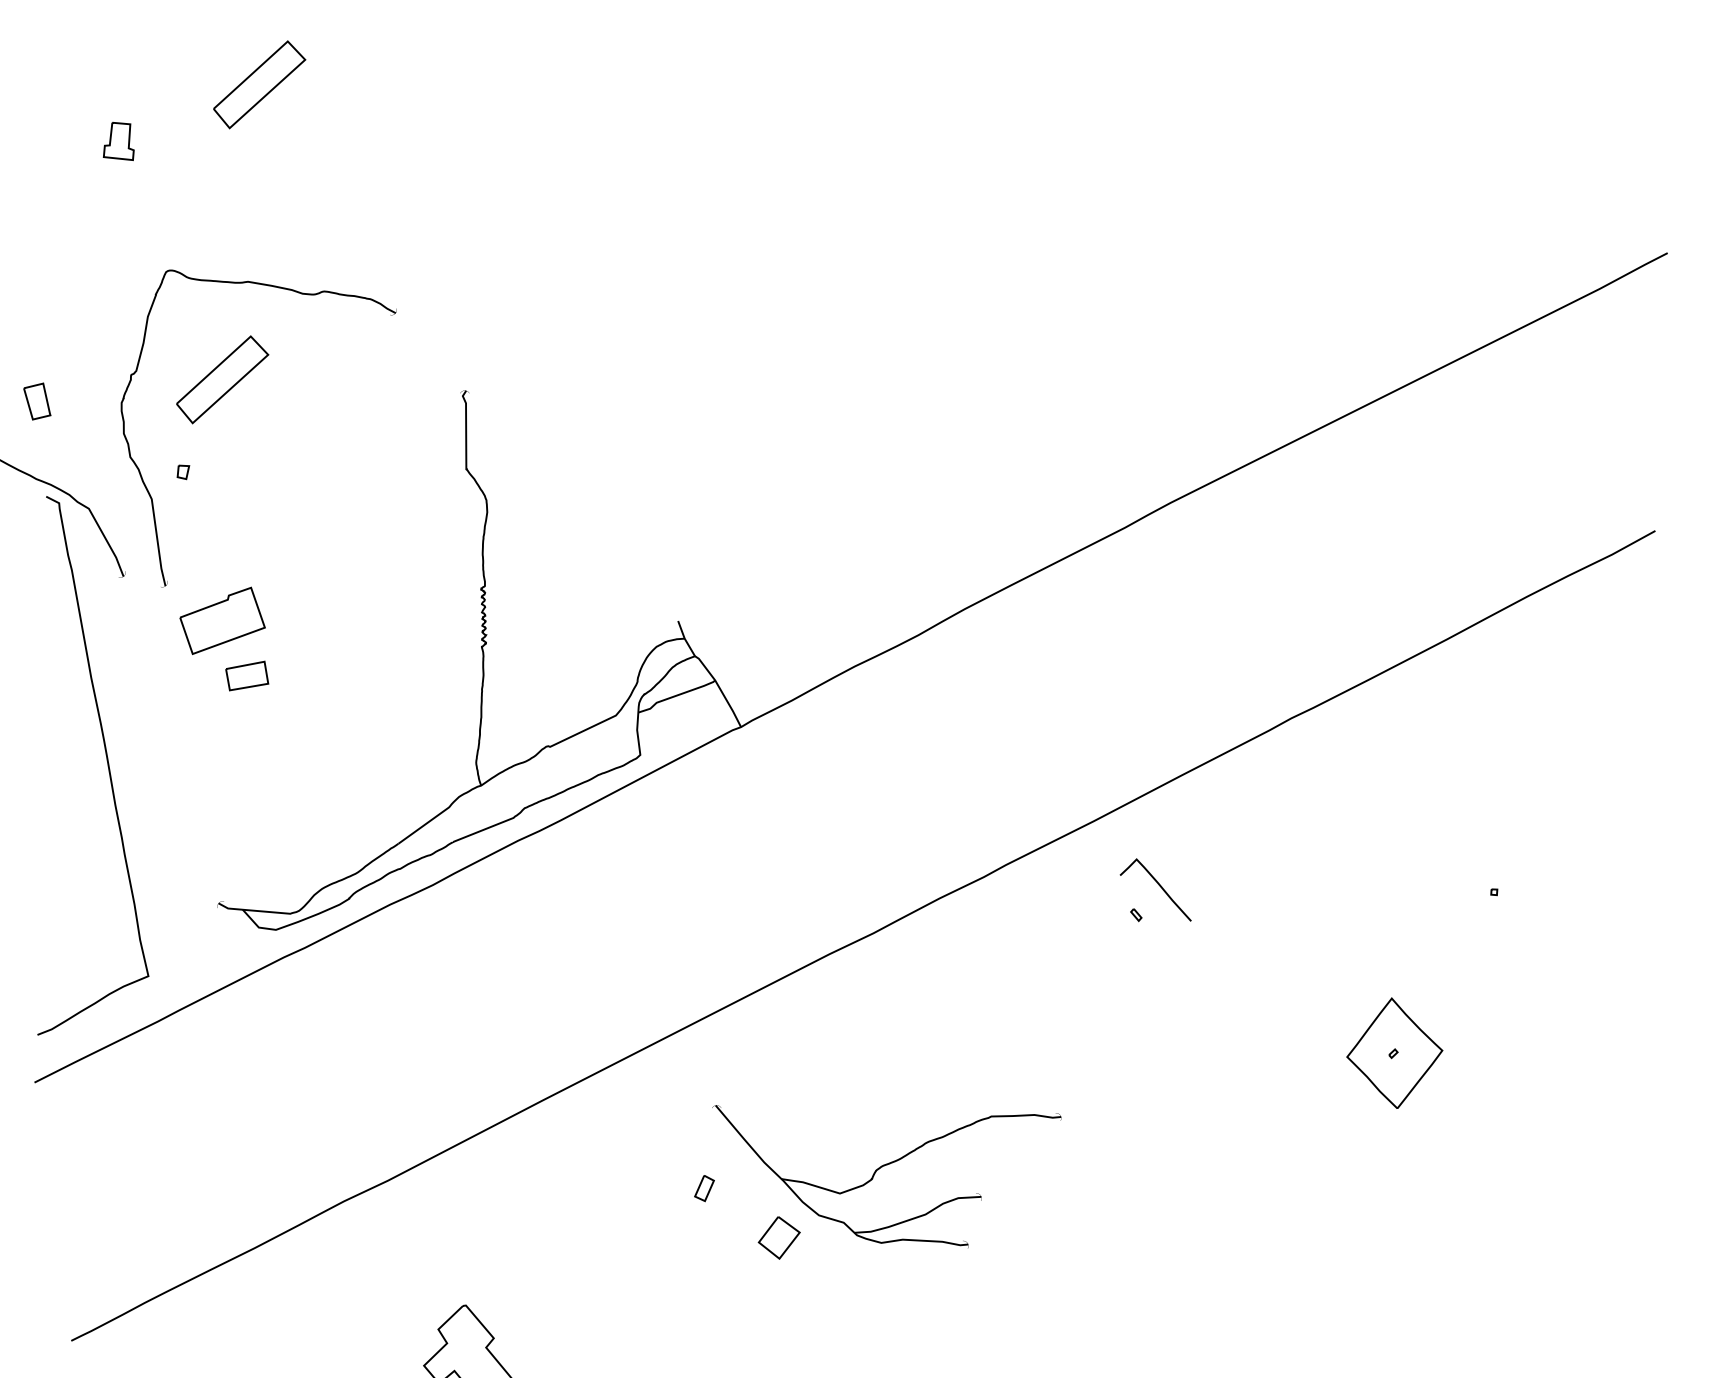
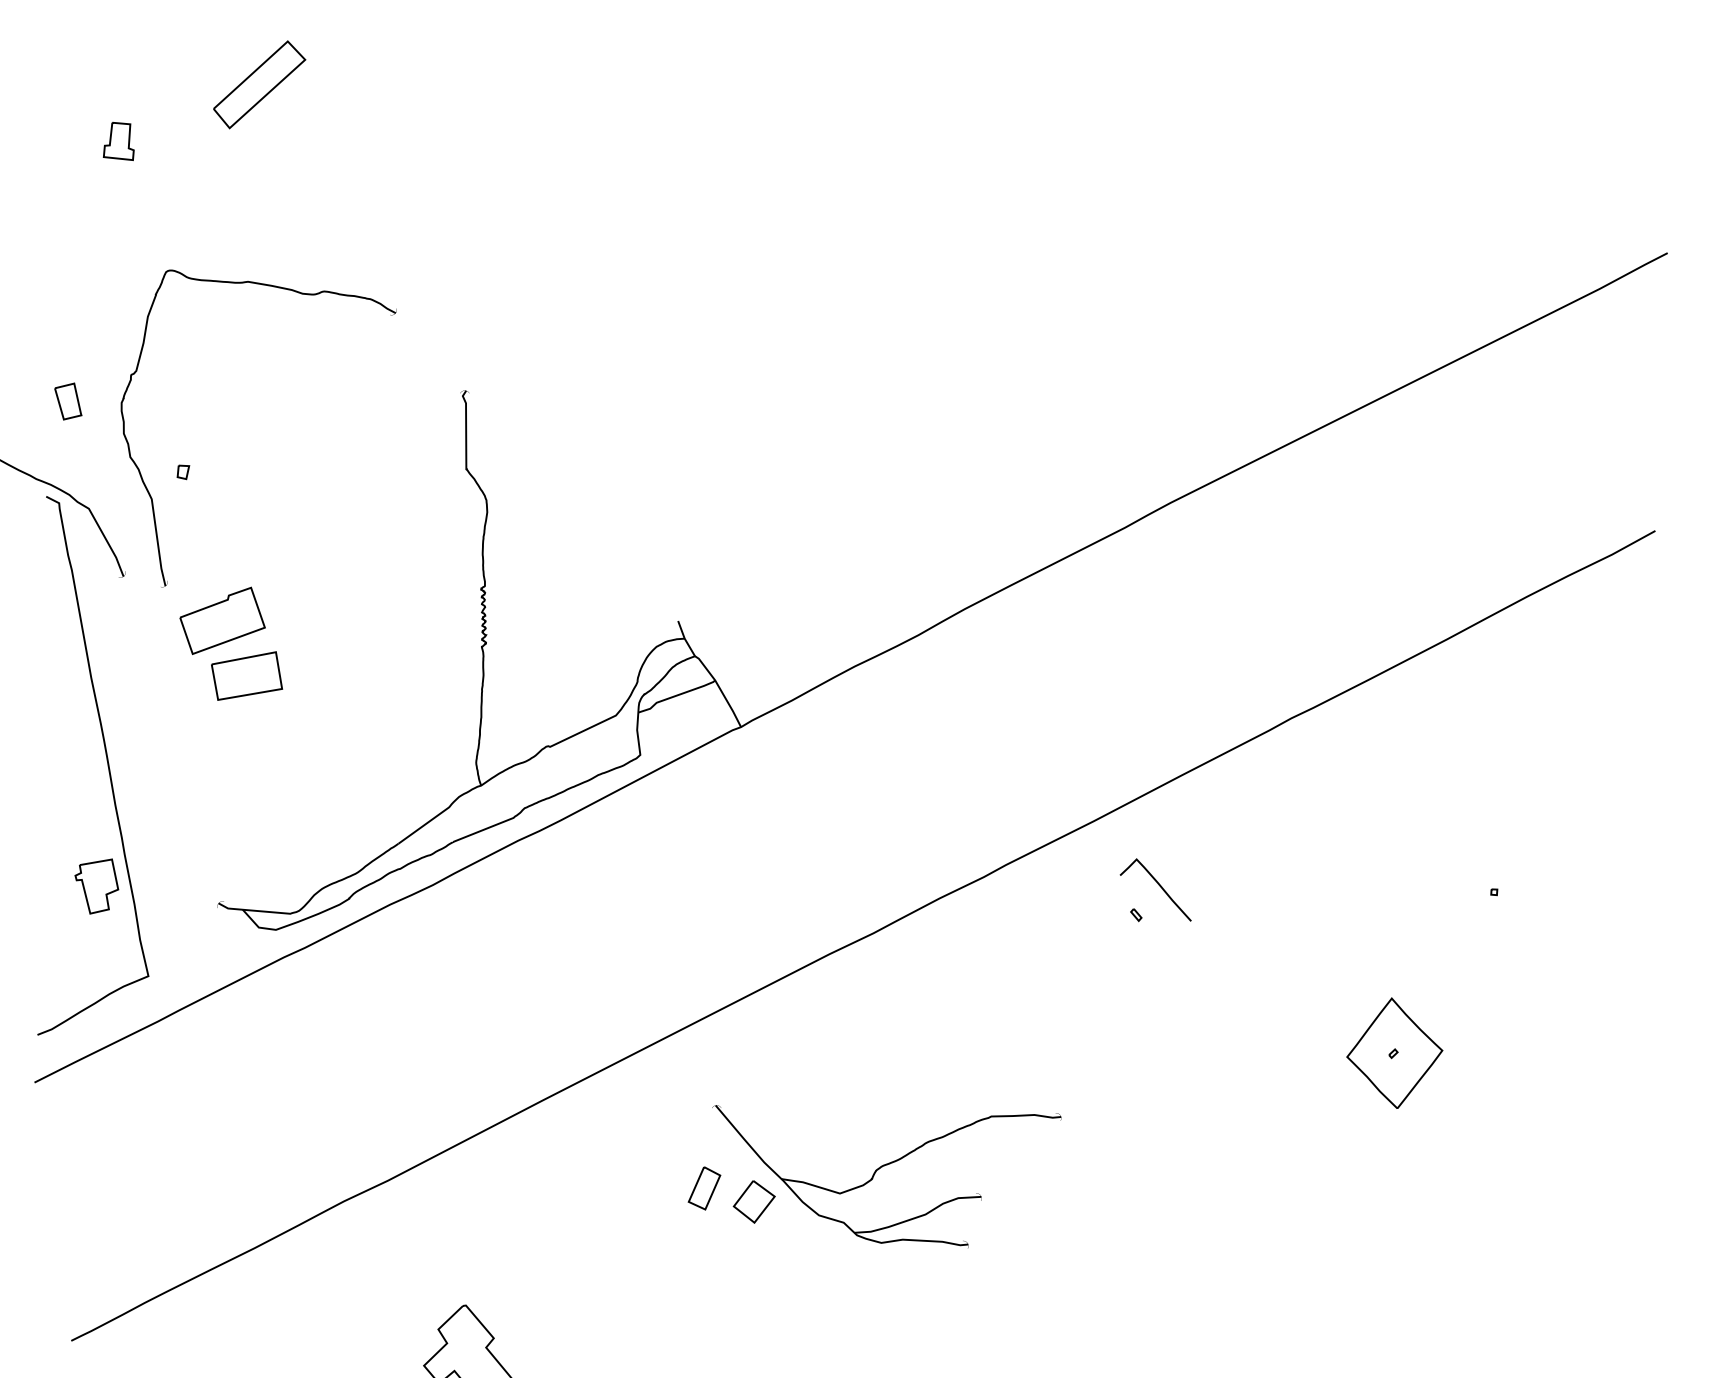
part at (222, 379): present -> none
part at (37, 401) position: (37, 401) -> (68, 401)
part at (247, 675) size: 45x32 px -> 73x50 px
part at (96, 886): none -> present
part at (704, 1188) size: 21x28 px -> 35x45 px
part at (778, 1237) position: (778, 1237) -> (753, 1201)
